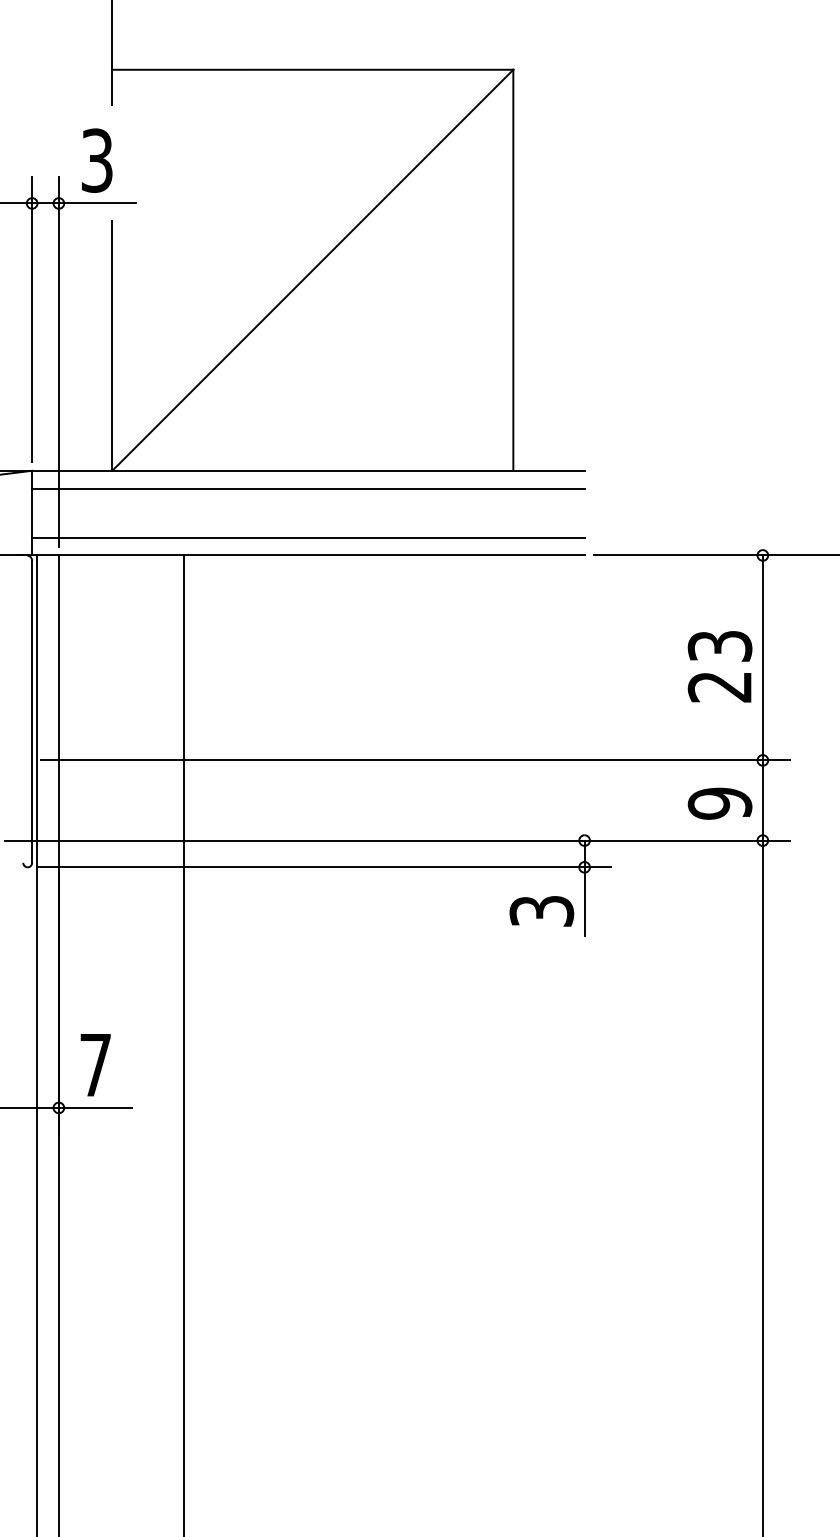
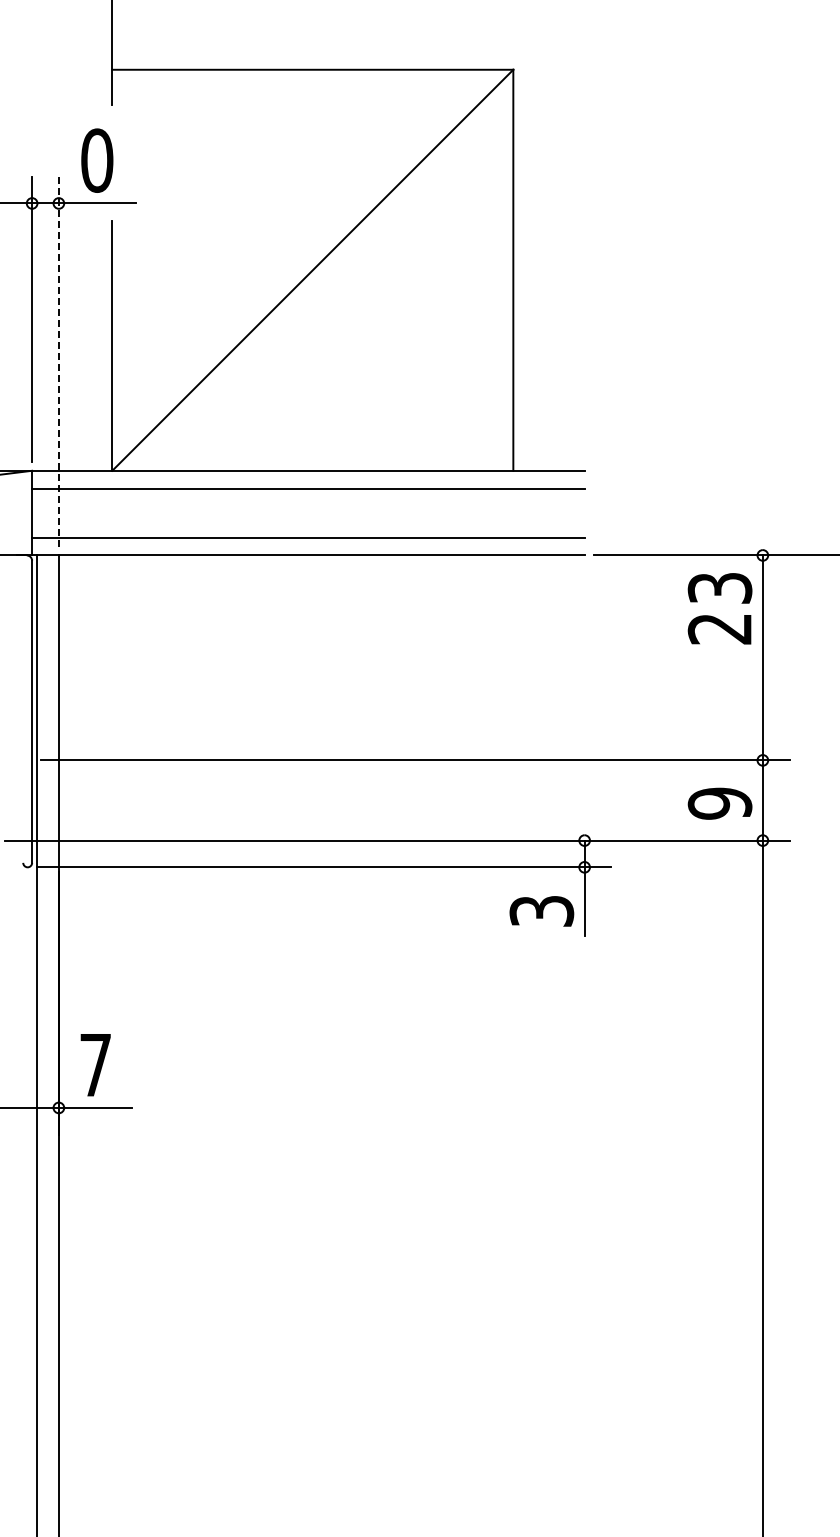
text at (97, 160): 3 -> 0
line at (58, 361): solid -> dashed
text at (719, 666) position: (719, 666) -> (719, 608)
line at (183, 1044): present -> none
